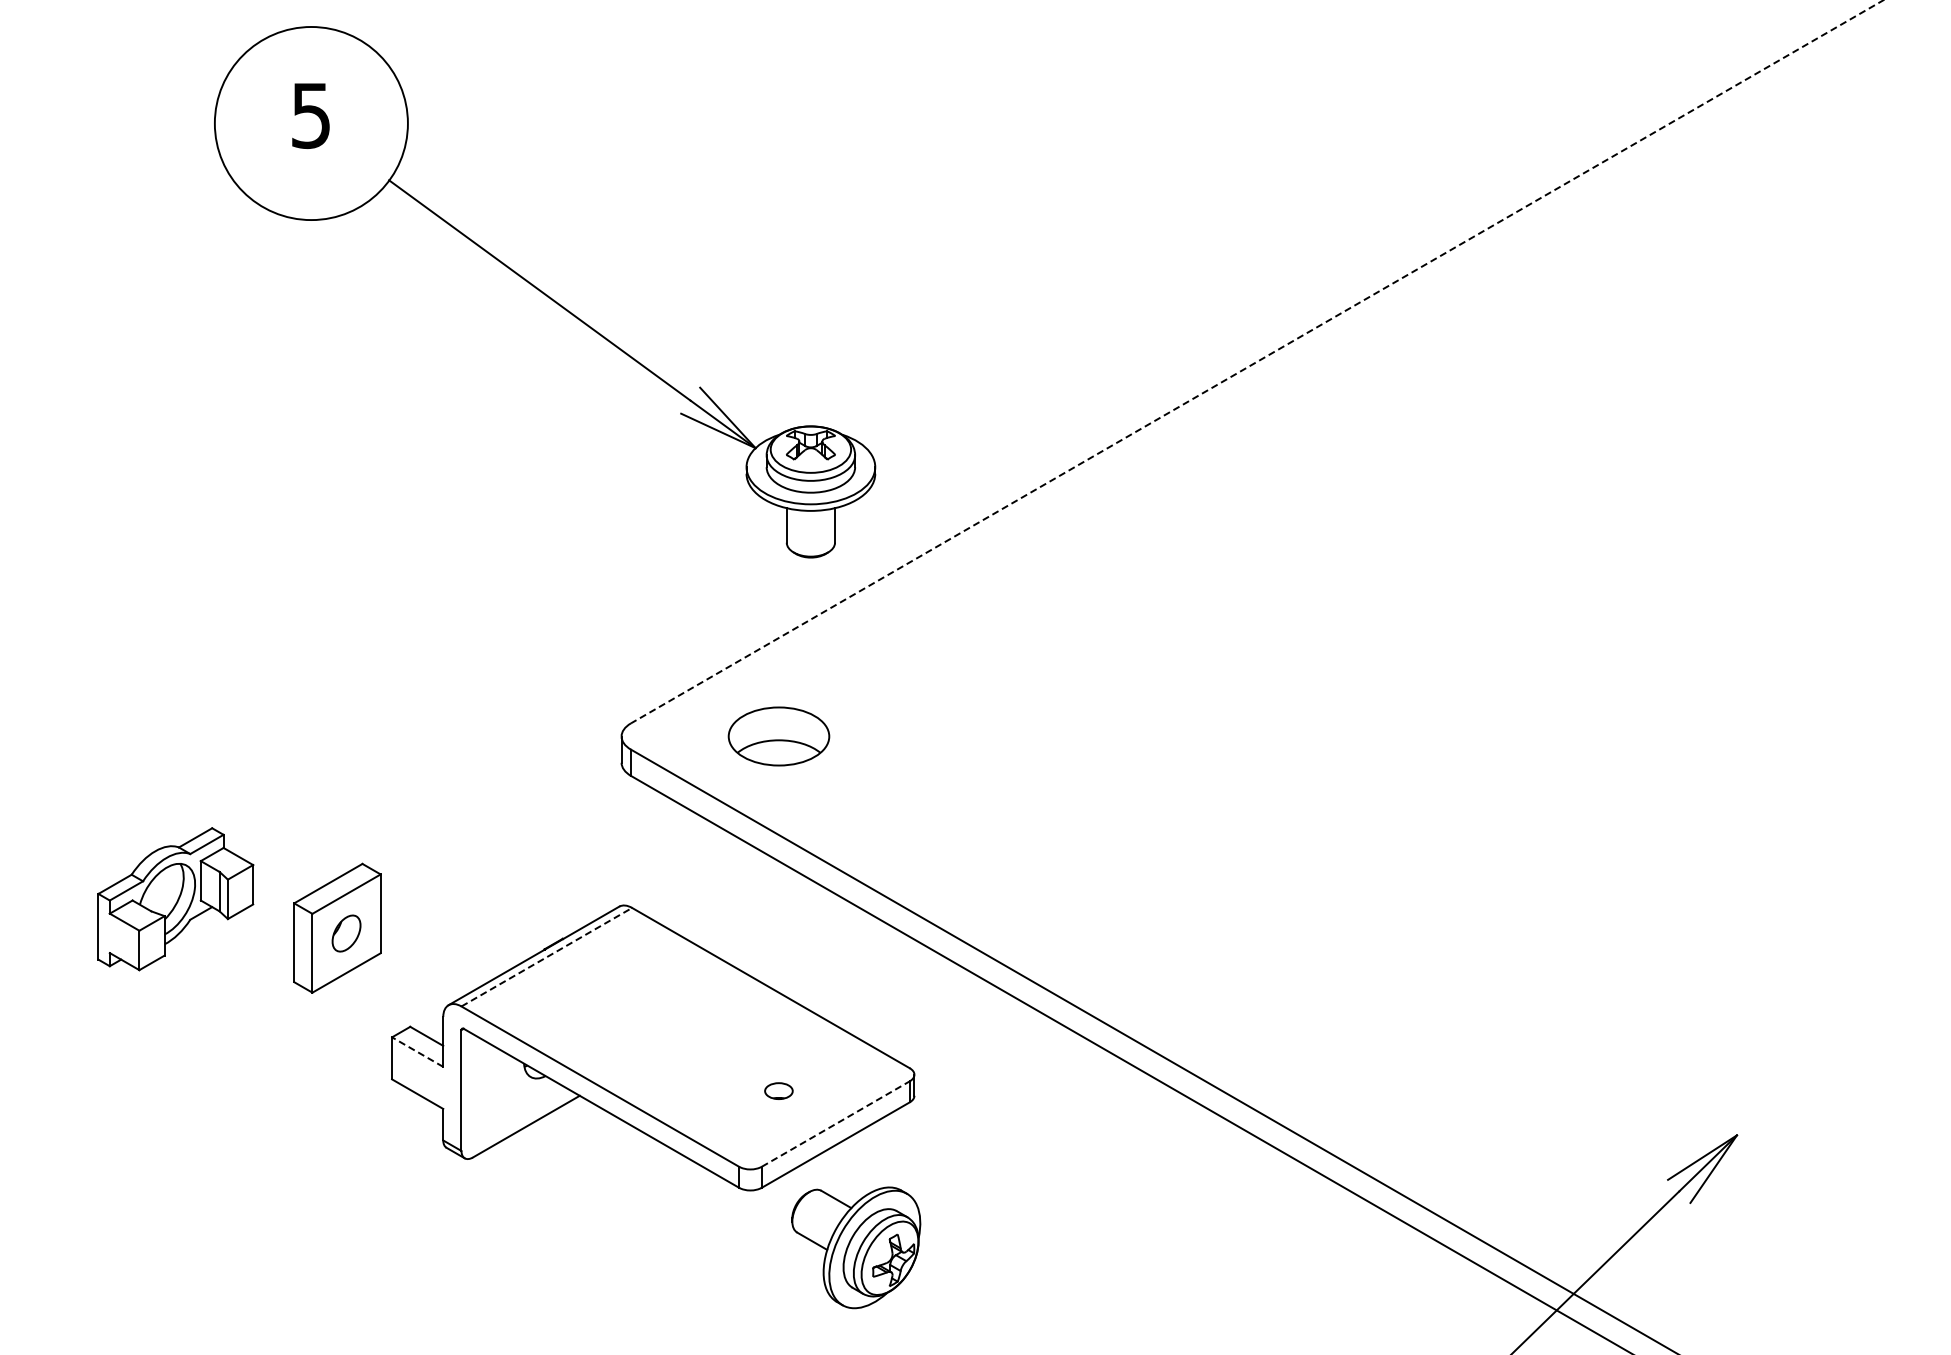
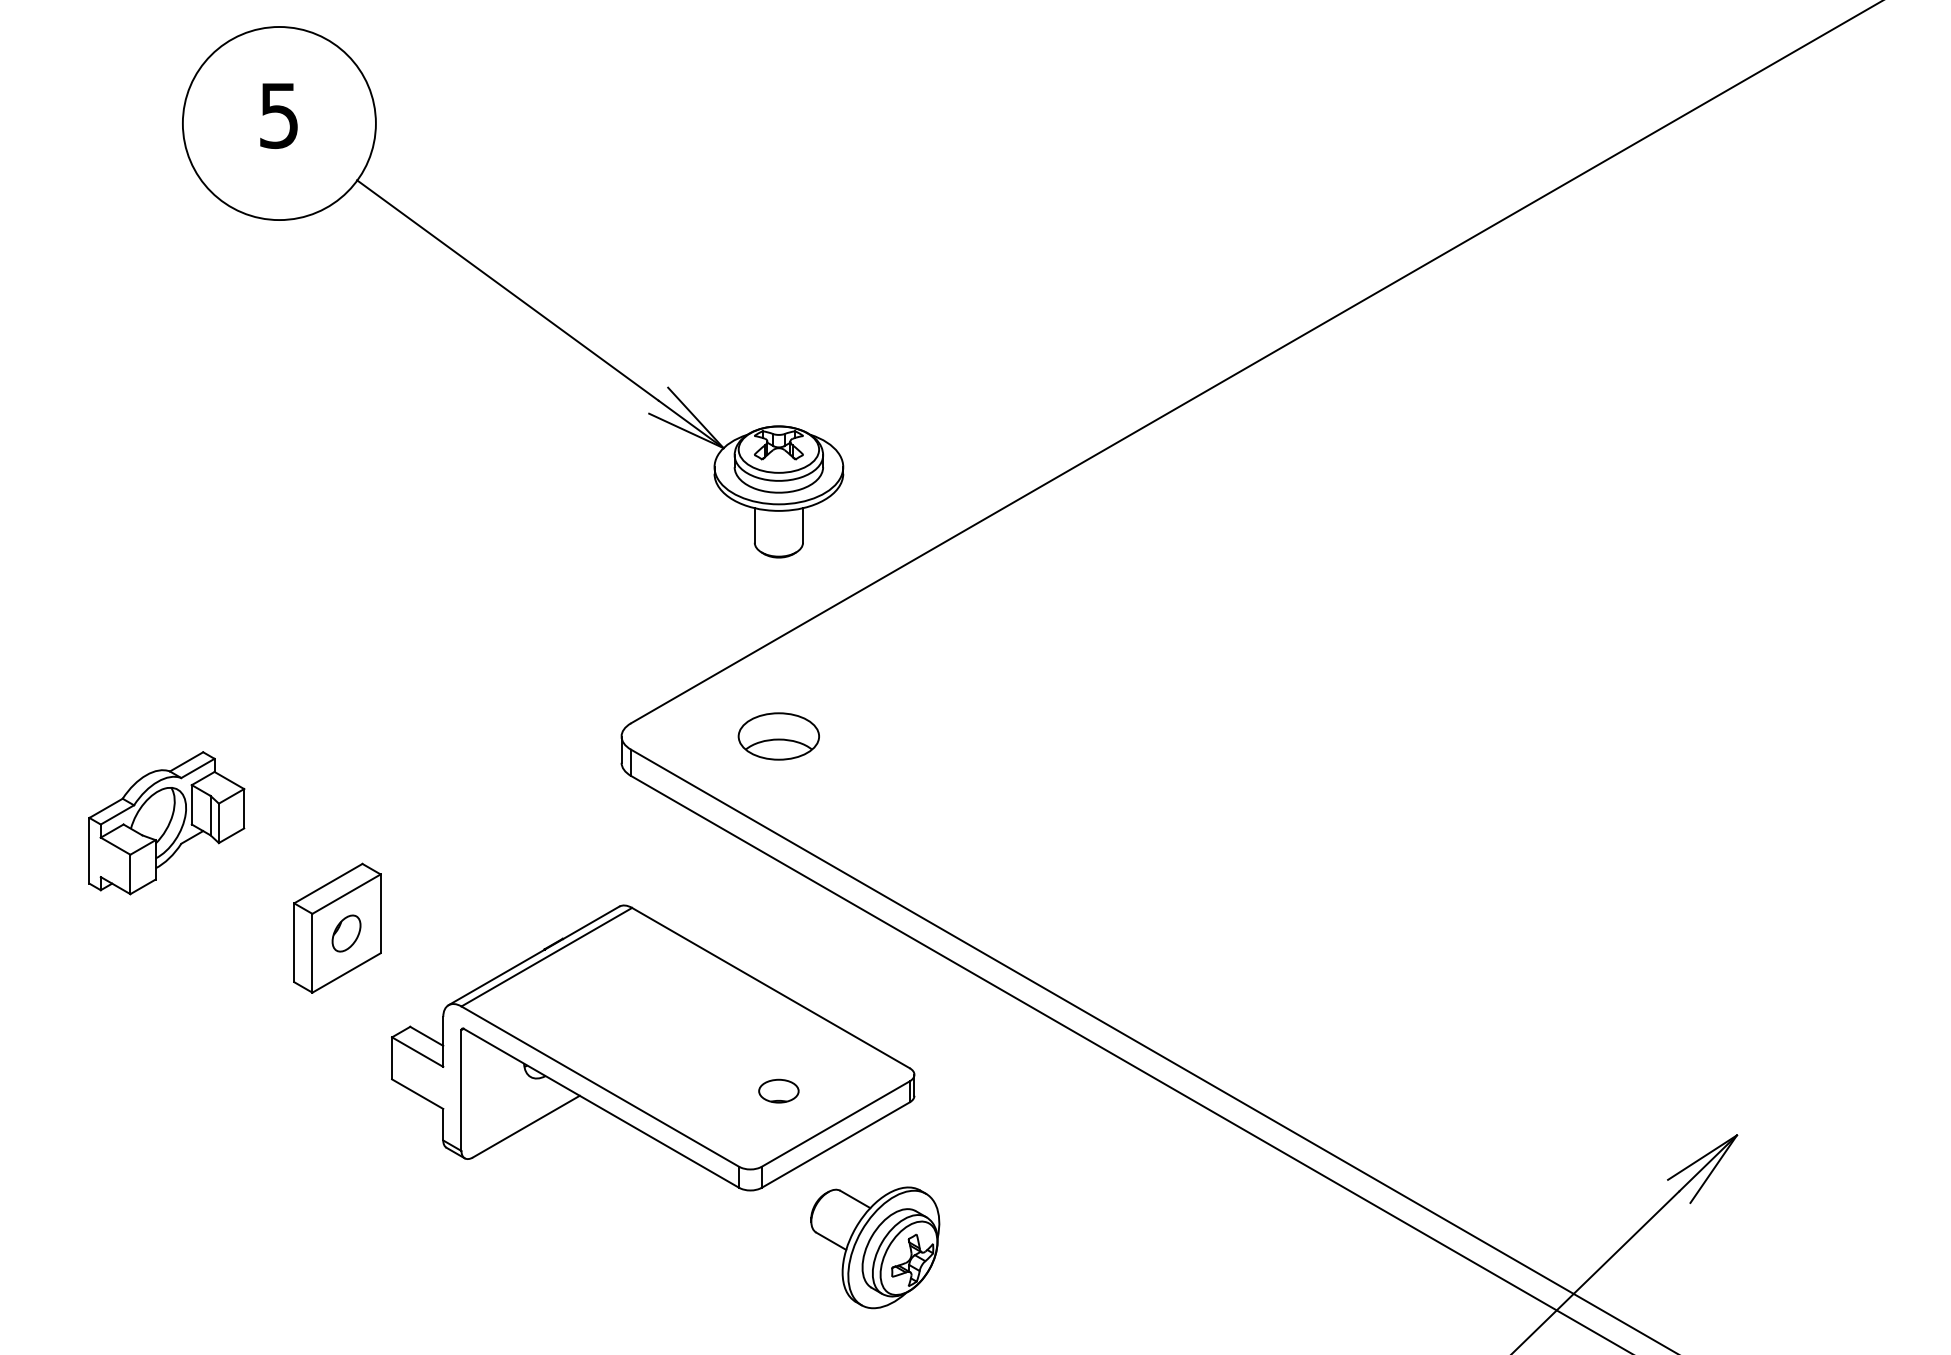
part at (545, 292) position: (545, 292) -> (513, 292)
line at (1257, 361): dashed -> solid
part at (778, 736) size: 104x61 px -> 83x49 px
part at (175, 899) position: (175, 899) -> (166, 823)
line at (546, 957): dashed -> solid
line at (417, 1052): dashed -> solid
part at (778, 1090) size: 30x18 px -> 42x26 px
line at (836, 1123): dashed -> solid
part at (856, 1247) position: (856, 1247) -> (875, 1247)
